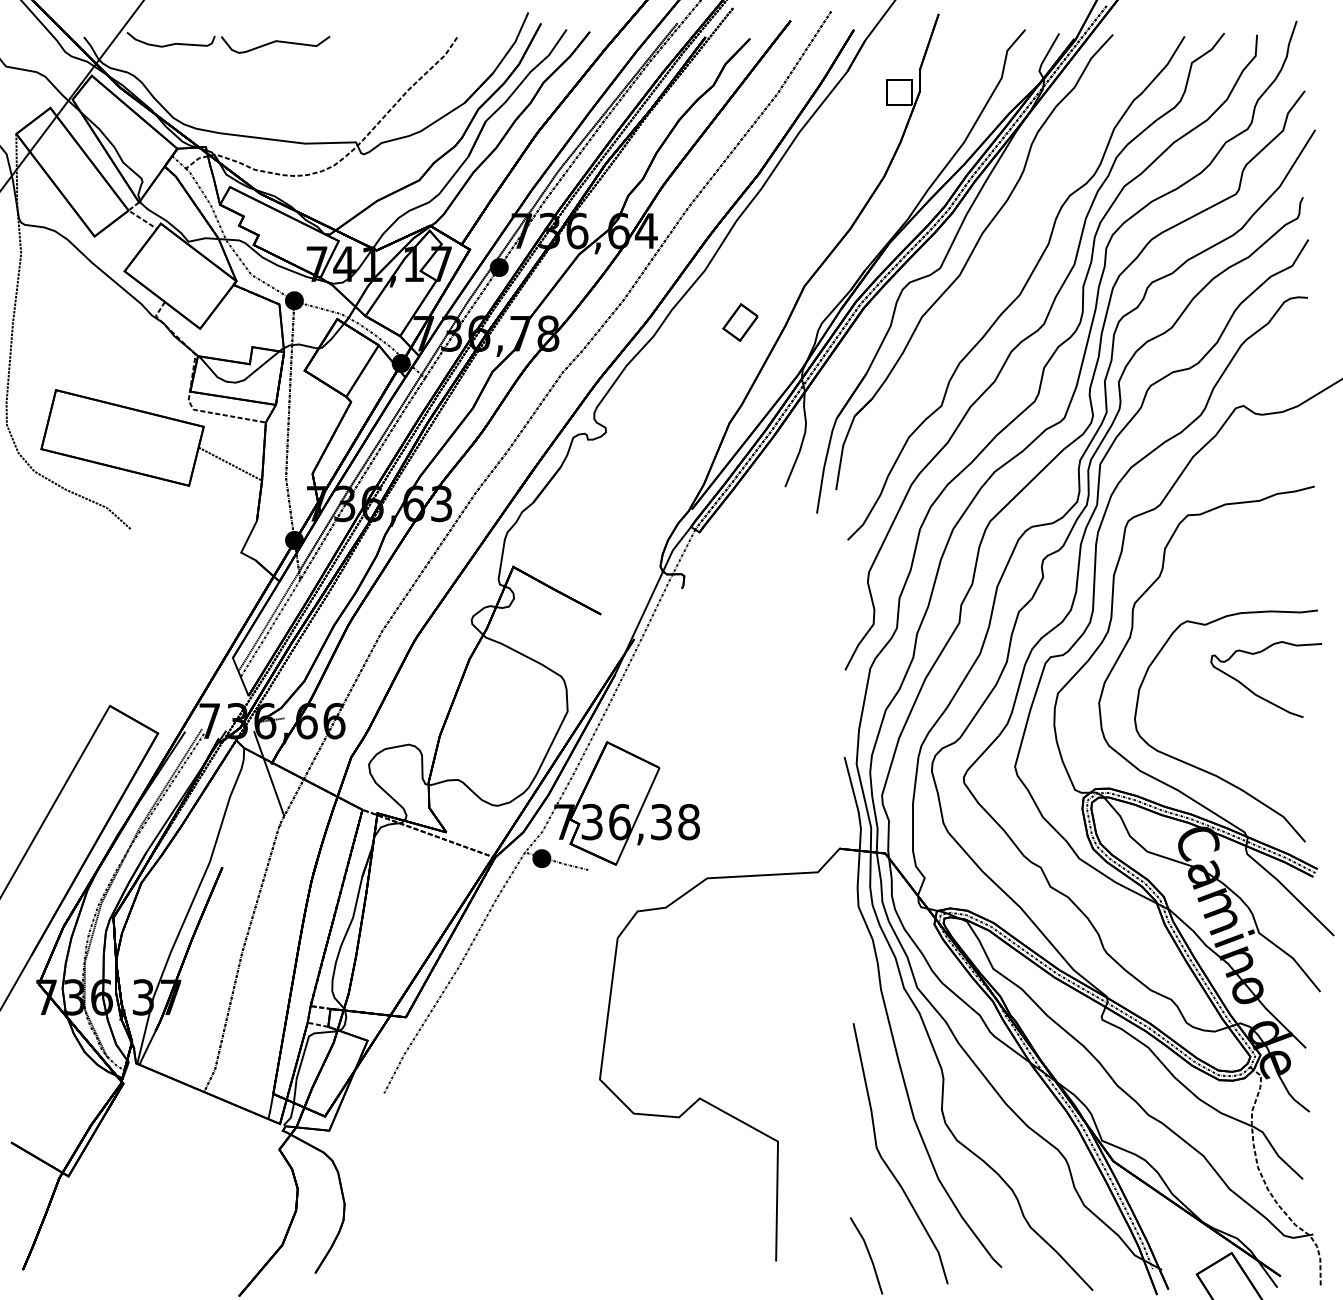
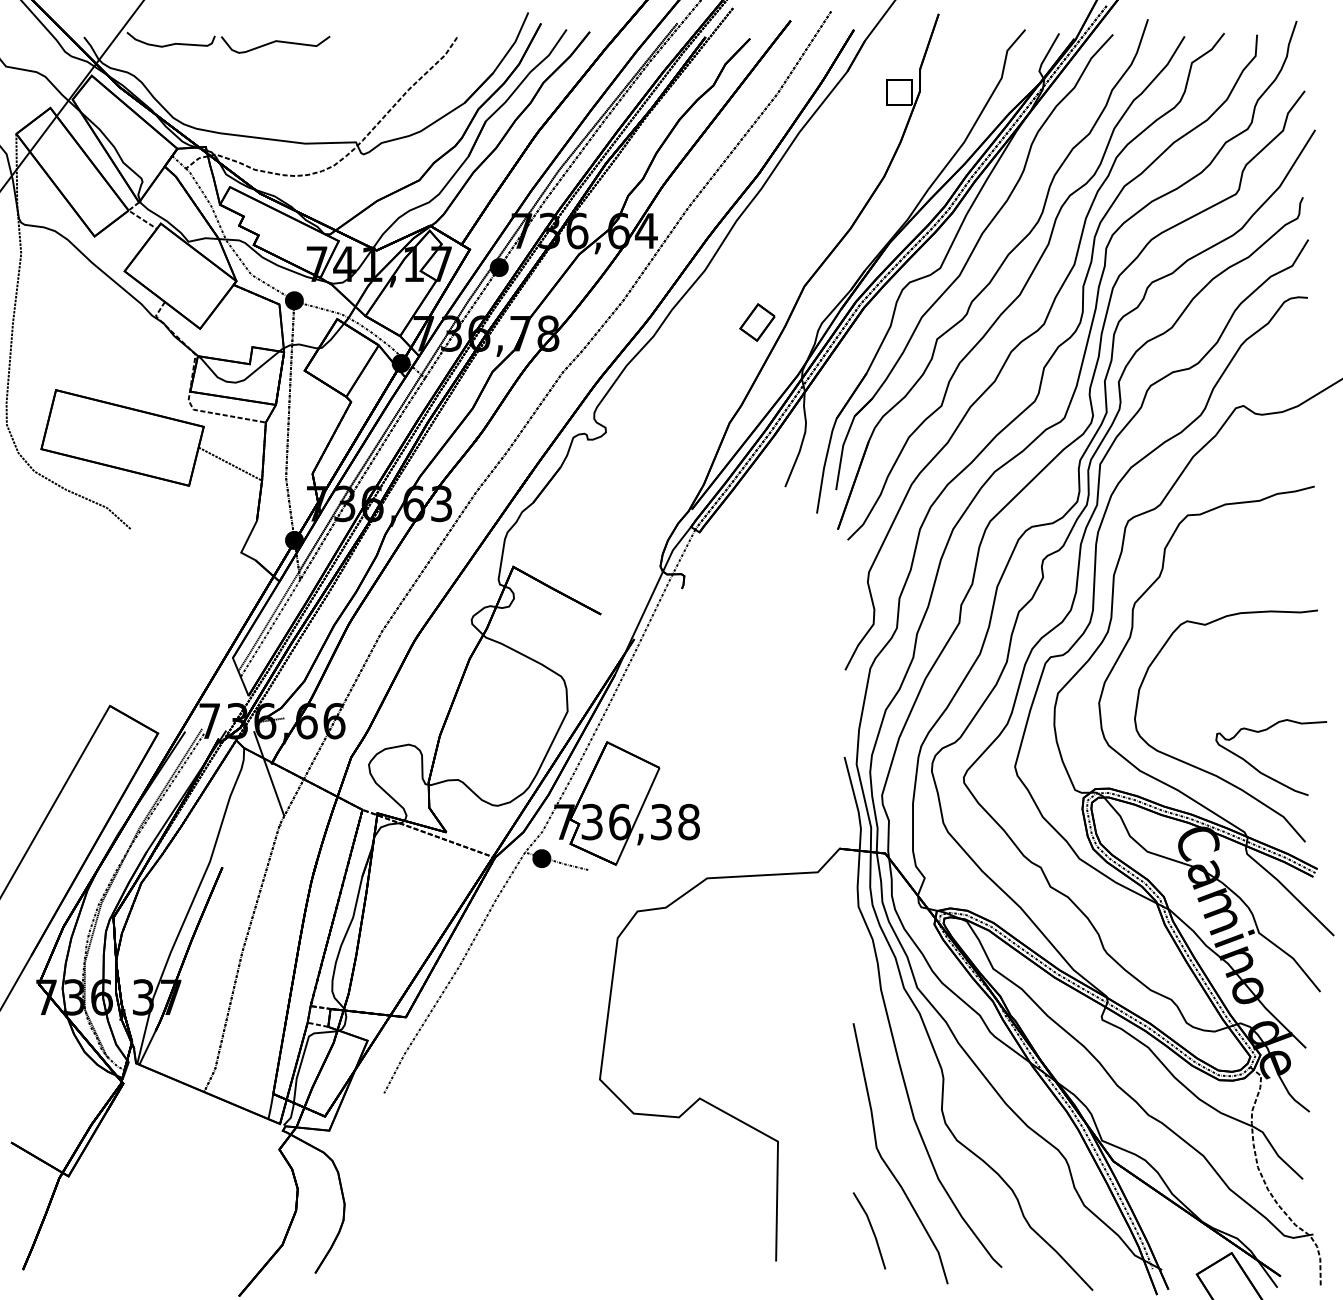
part at (992, 274): none -> present
part at (740, 322) position: (740, 322) -> (757, 322)
curve at (1259, 695) position: (1259, 695) -> (1264, 773)
line at (868, 1255) position: (868, 1255) -> (871, 1230)
